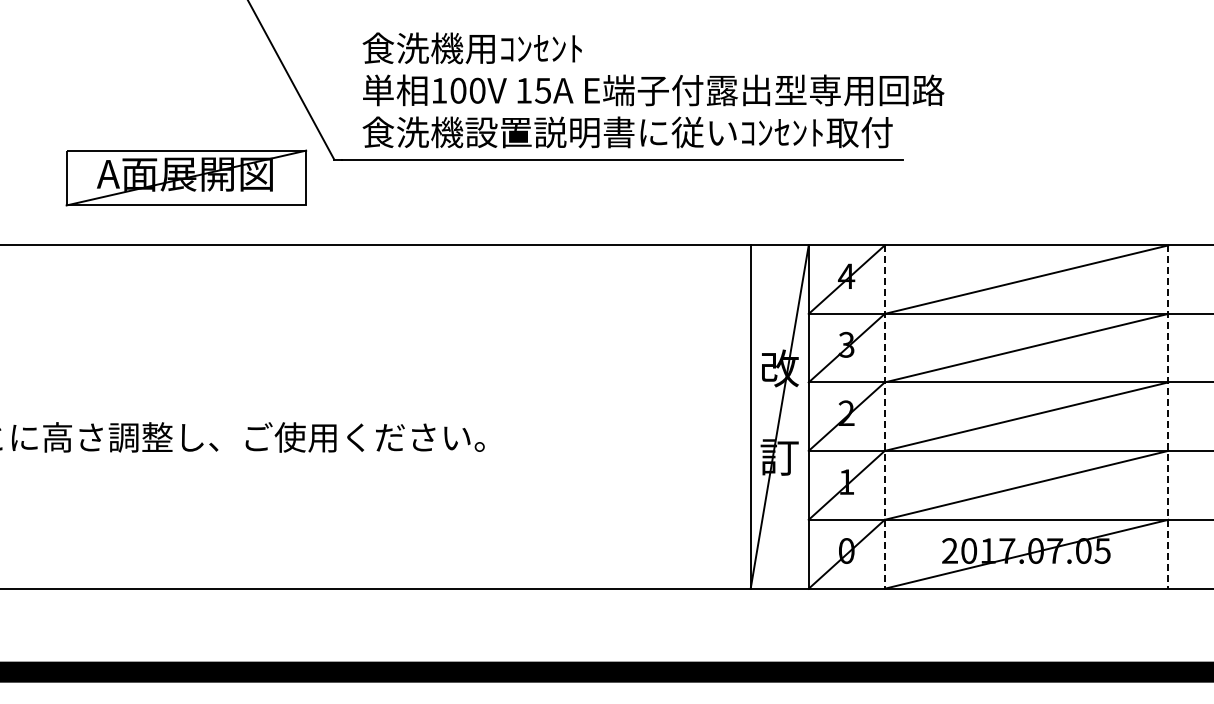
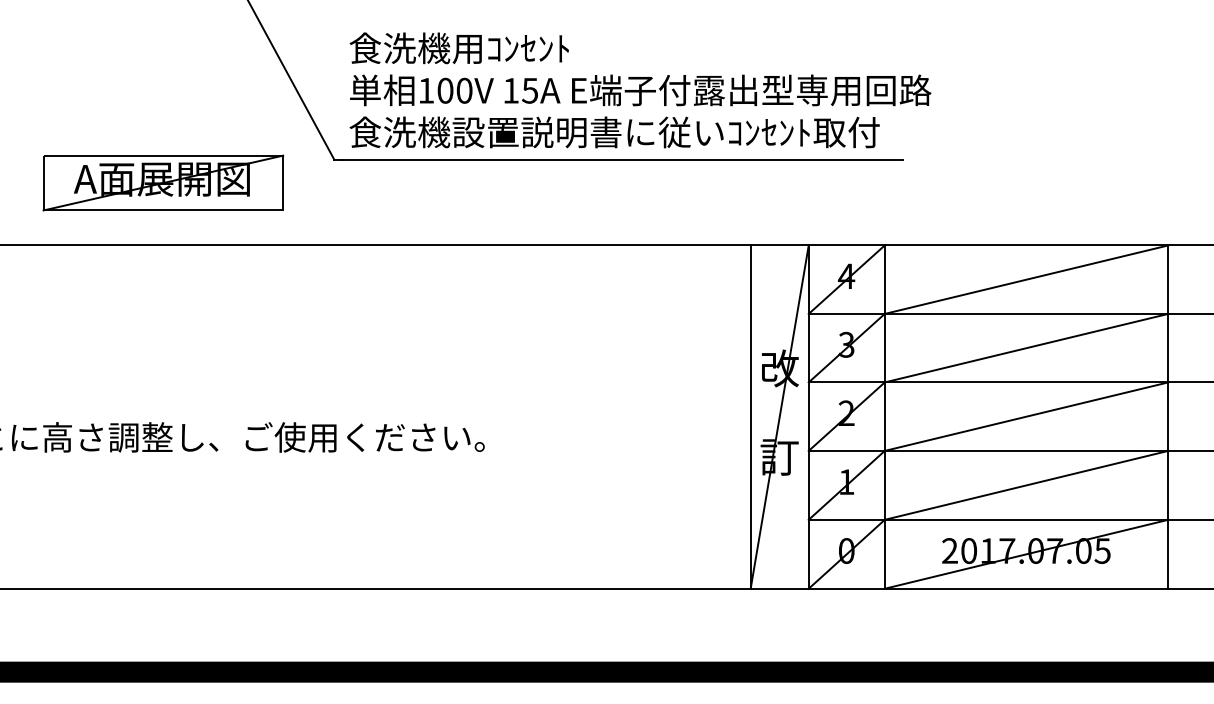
text at (653, 90) position: (653, 90) -> (640, 90)
part at (186, 177) position: (186, 177) -> (163, 182)
line at (884, 417): dashed -> solid
line at (1168, 417): dashed -> solid
